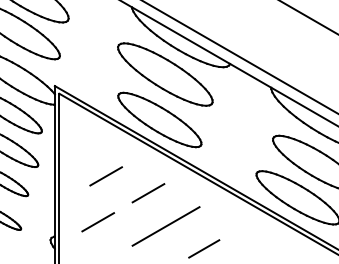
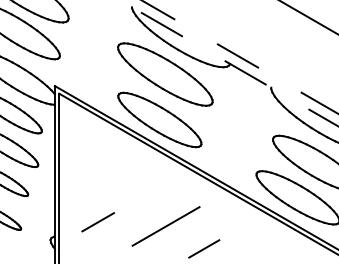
line at (240, 57): solid -> dashed
line at (229, 63): solid -> dashed
line at (105, 176): present -> none
line at (148, 193): present -> none
